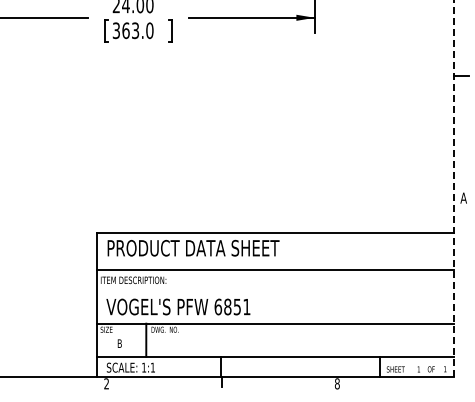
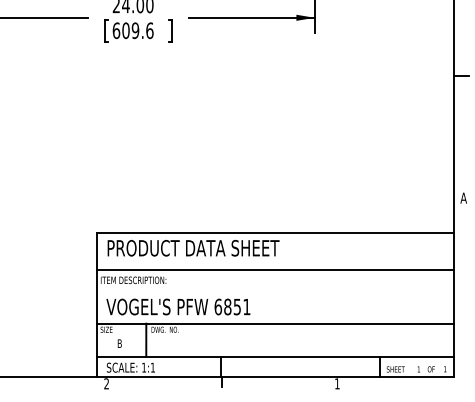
text at (132, 30): 363.0 -> 609.6
line at (453, 188): dashed -> solid
text at (336, 383): 8 -> 1
